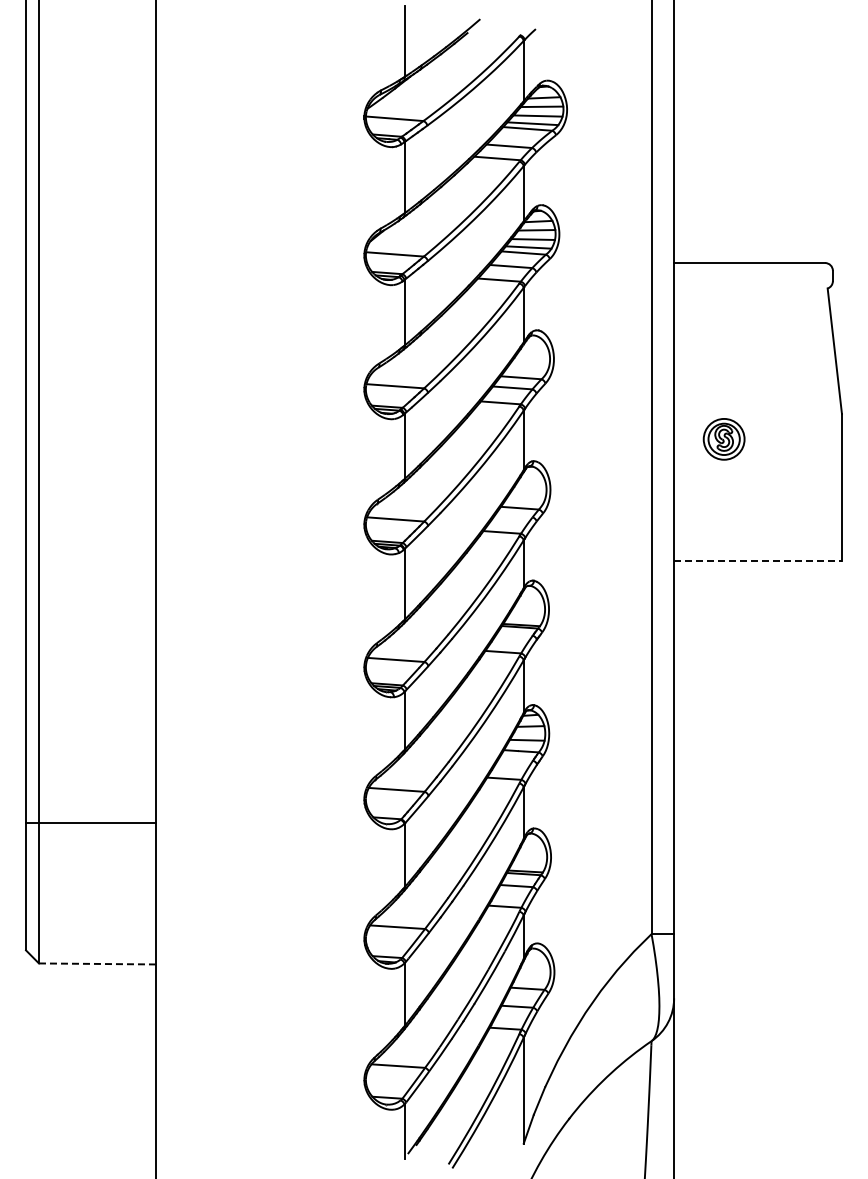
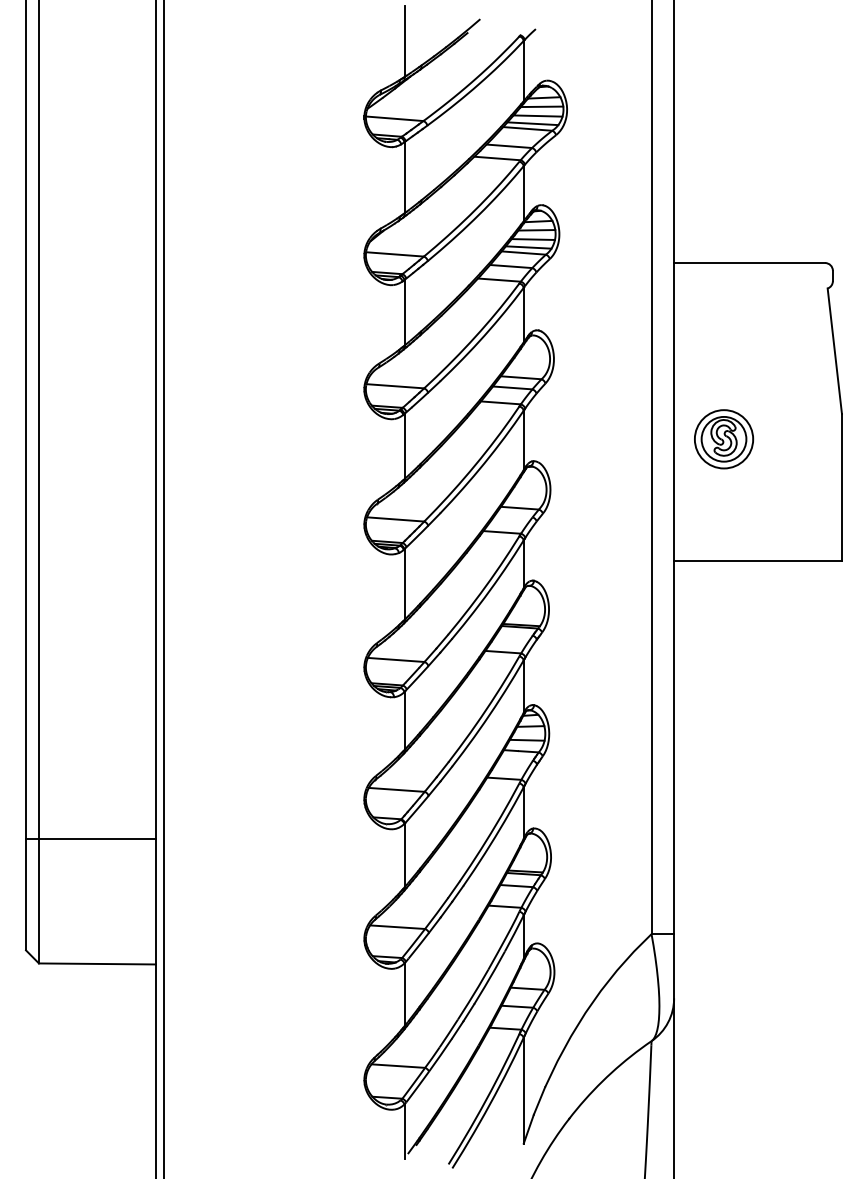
part at (723, 439) size: 44x43 px -> 61x61 px
line at (758, 561): dashed -> solid
line at (164, 588): none -> present
line at (90, 822) position: (90, 822) -> (90, 838)
line at (97, 963): dashed -> solid
